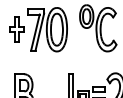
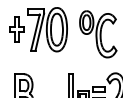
part at (98, 28) position: (98, 28) -> (98, 34)
